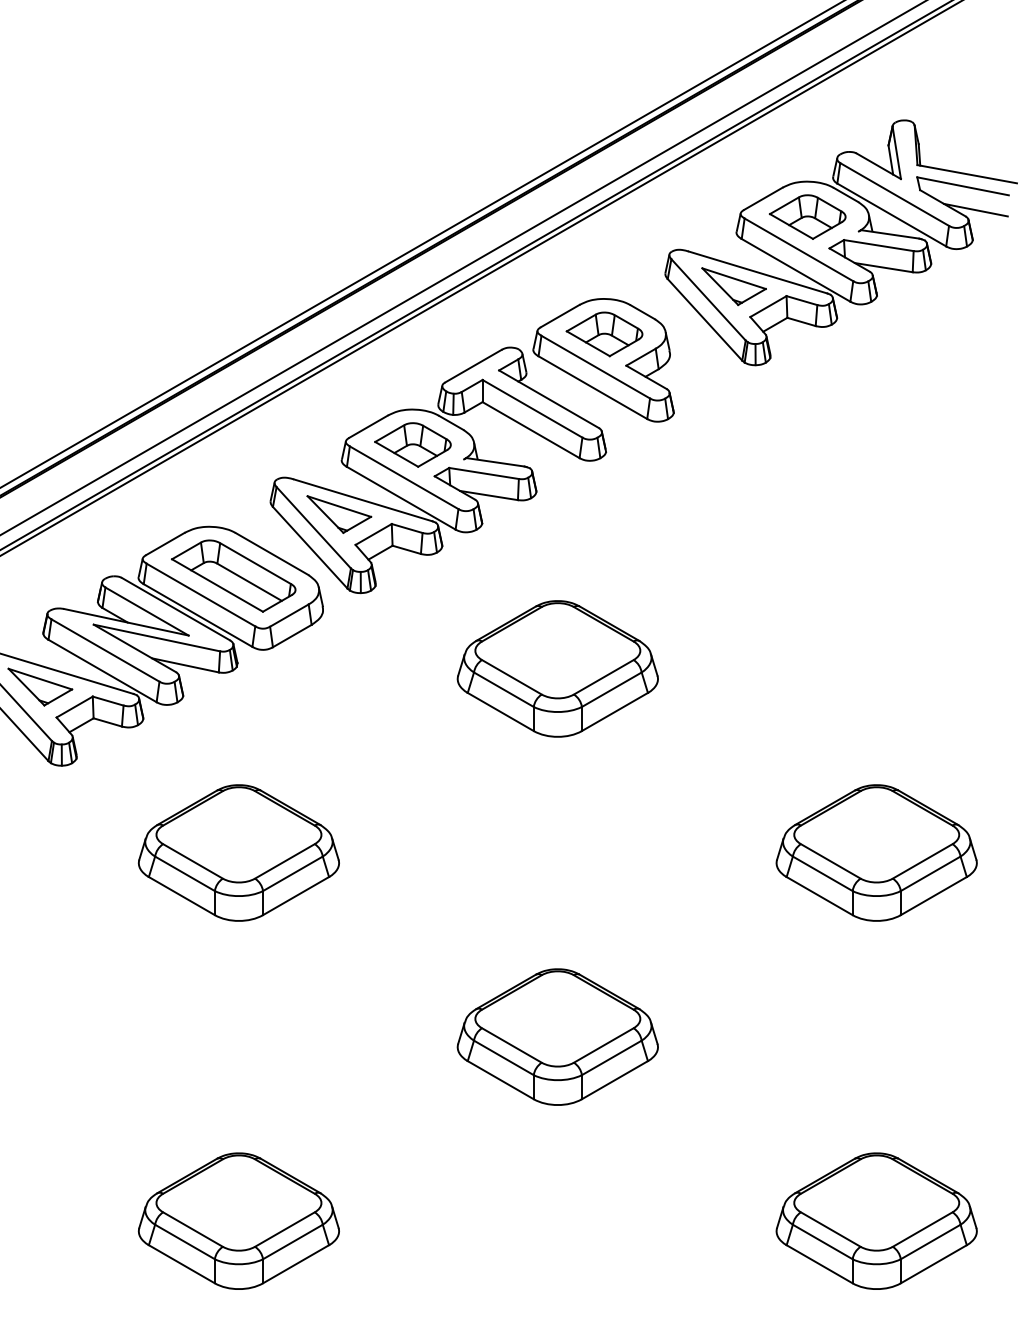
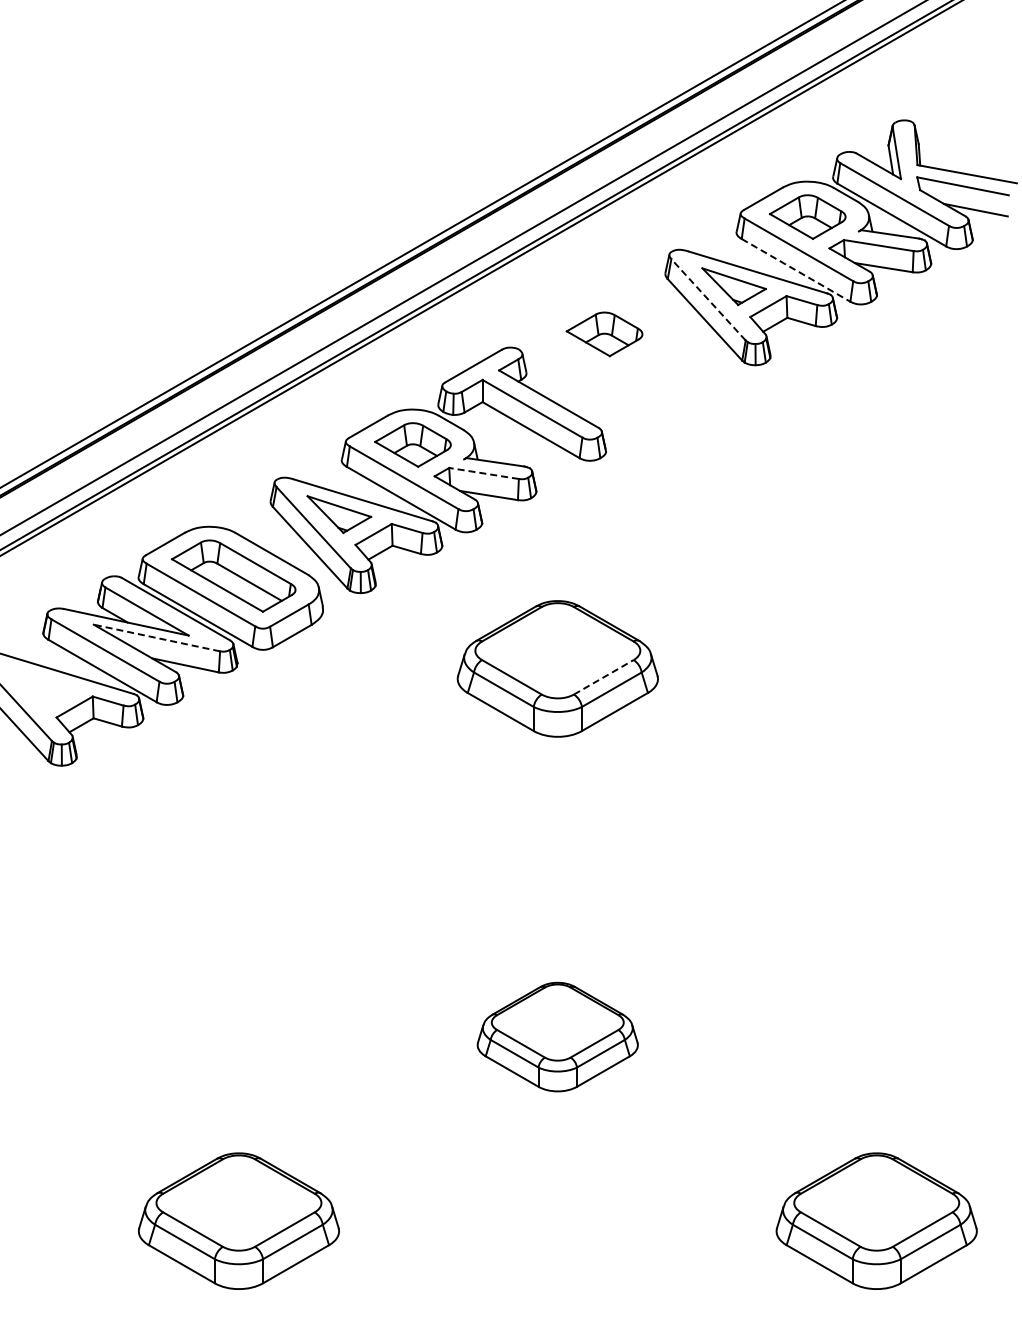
line at (796, 270): solid -> dashed
line at (708, 299): solid -> dashed
part at (603, 360): present -> none
line at (483, 473): solid -> dashed
line at (156, 638): solid -> dashed
line at (604, 677): solid -> dashed
part at (40, 686): present -> none
part at (238, 852): present -> none
part at (876, 852): present -> none
part at (557, 1036) size: 203x138 px -> 163x112 px
